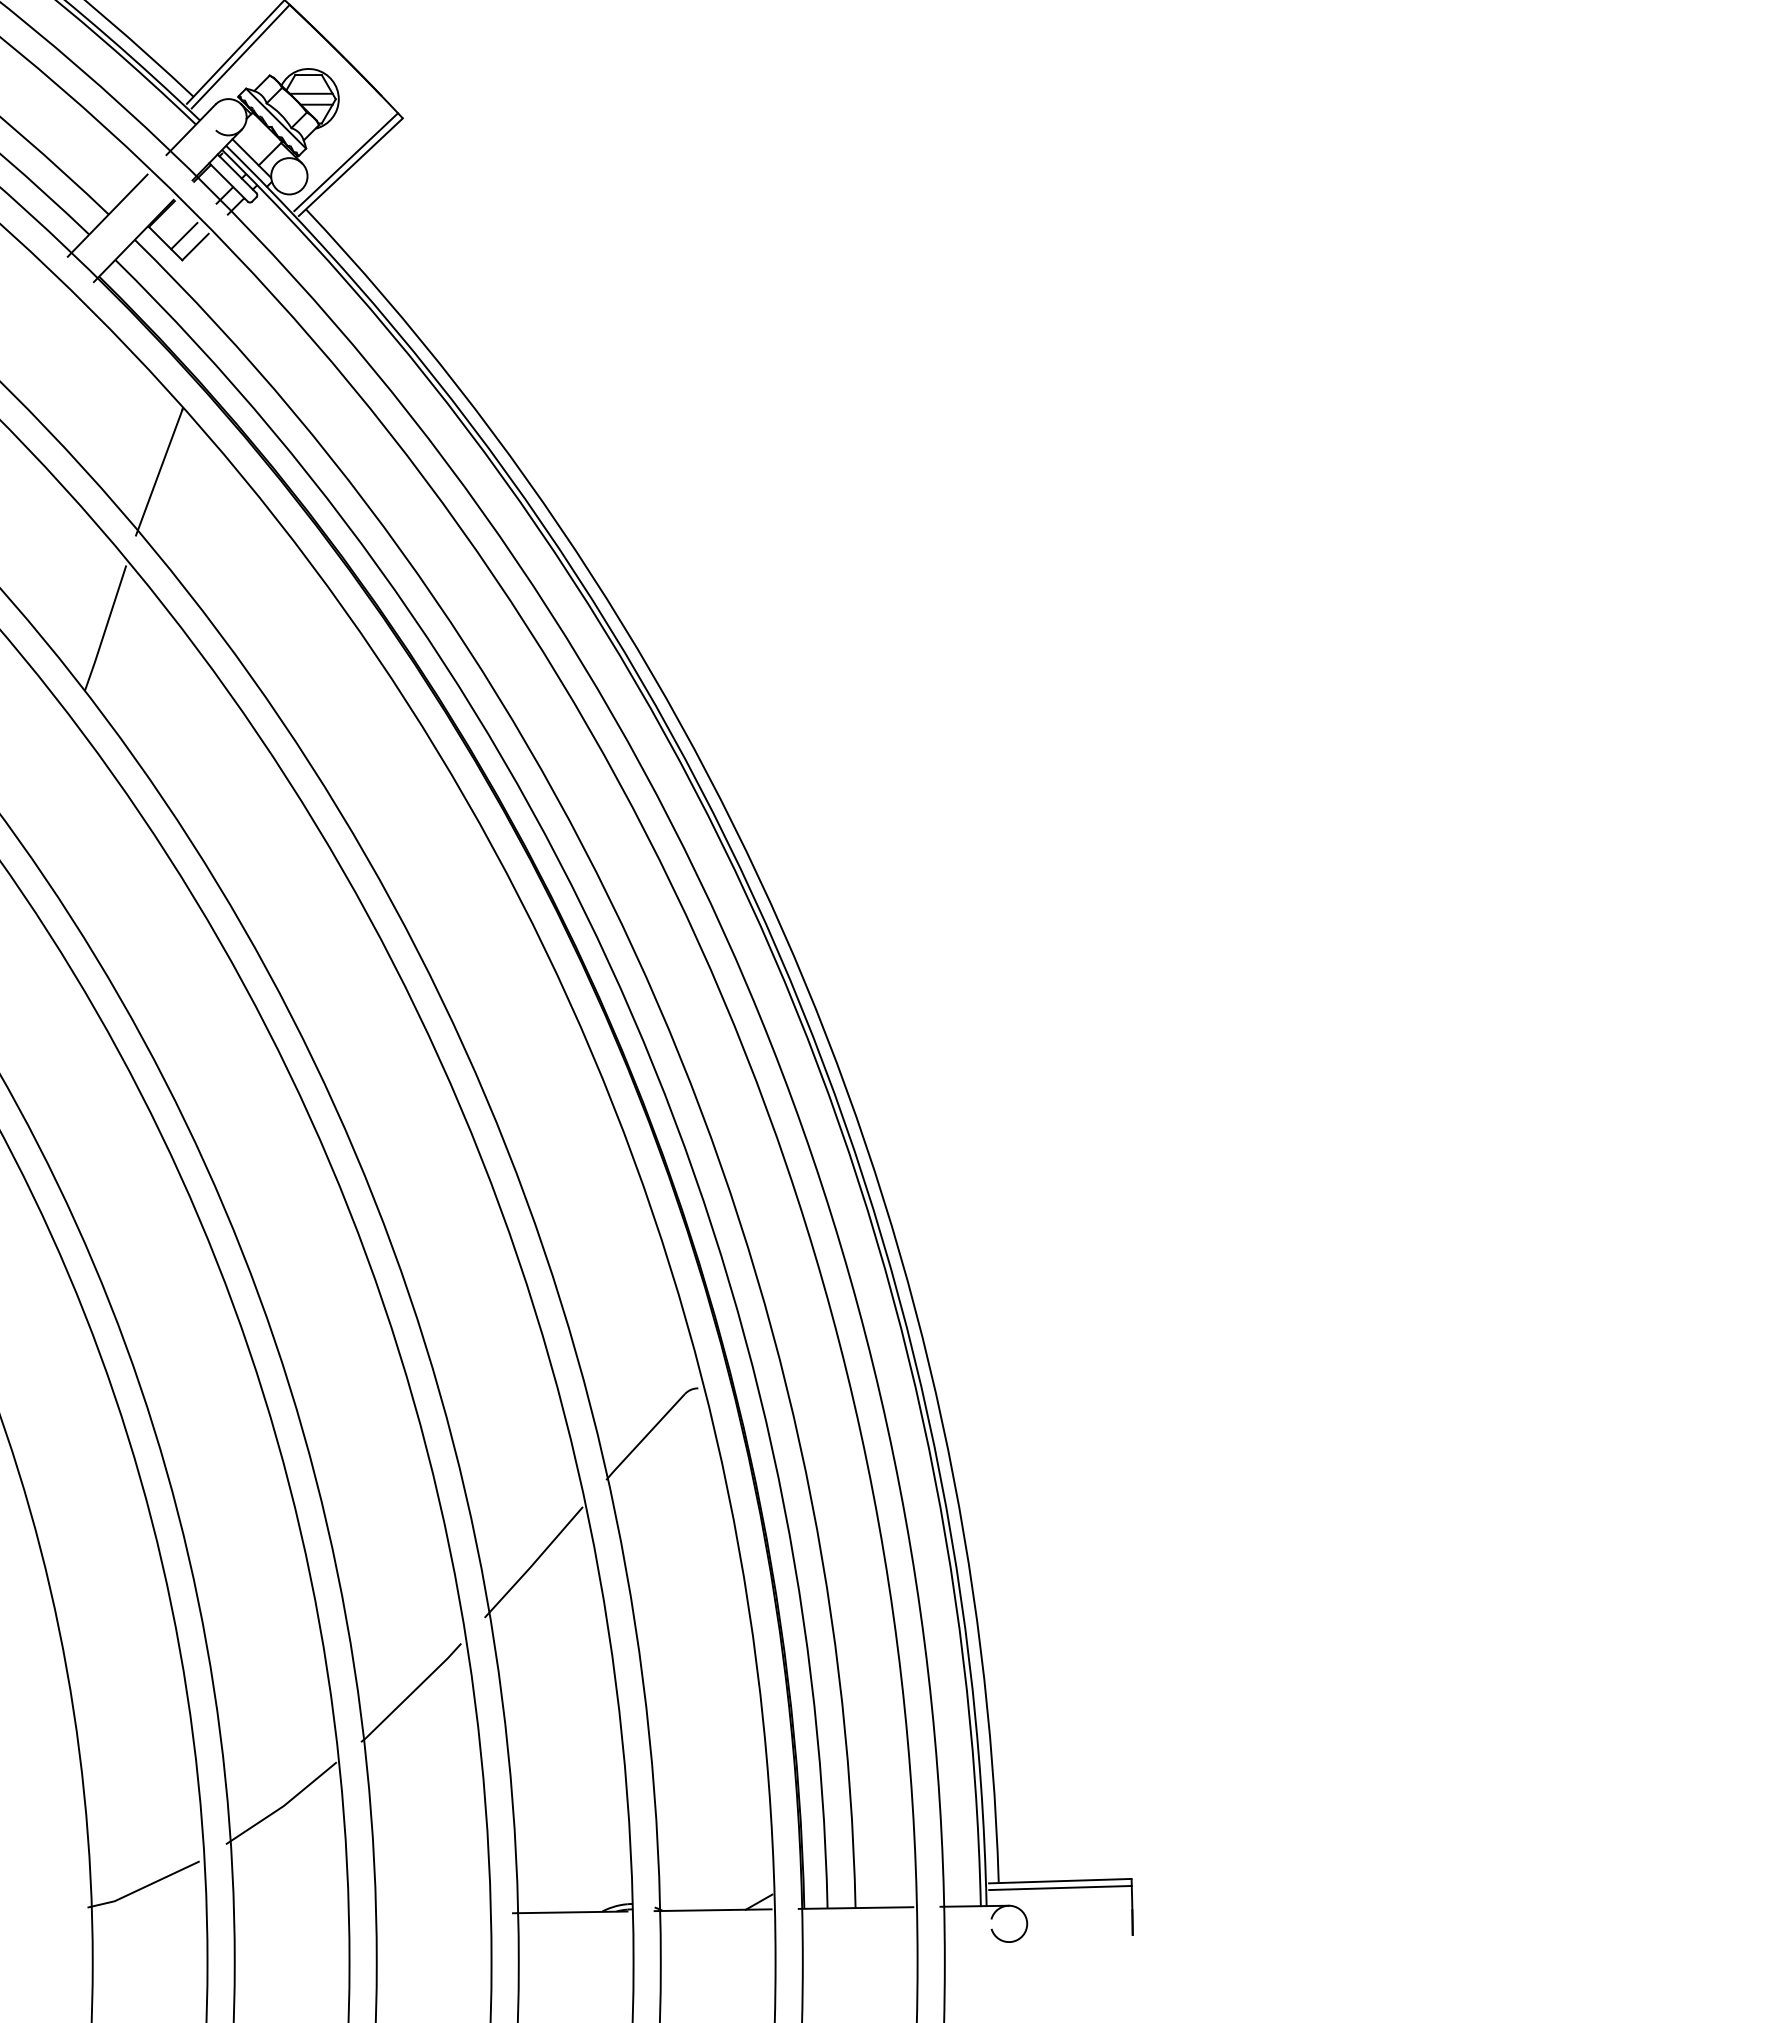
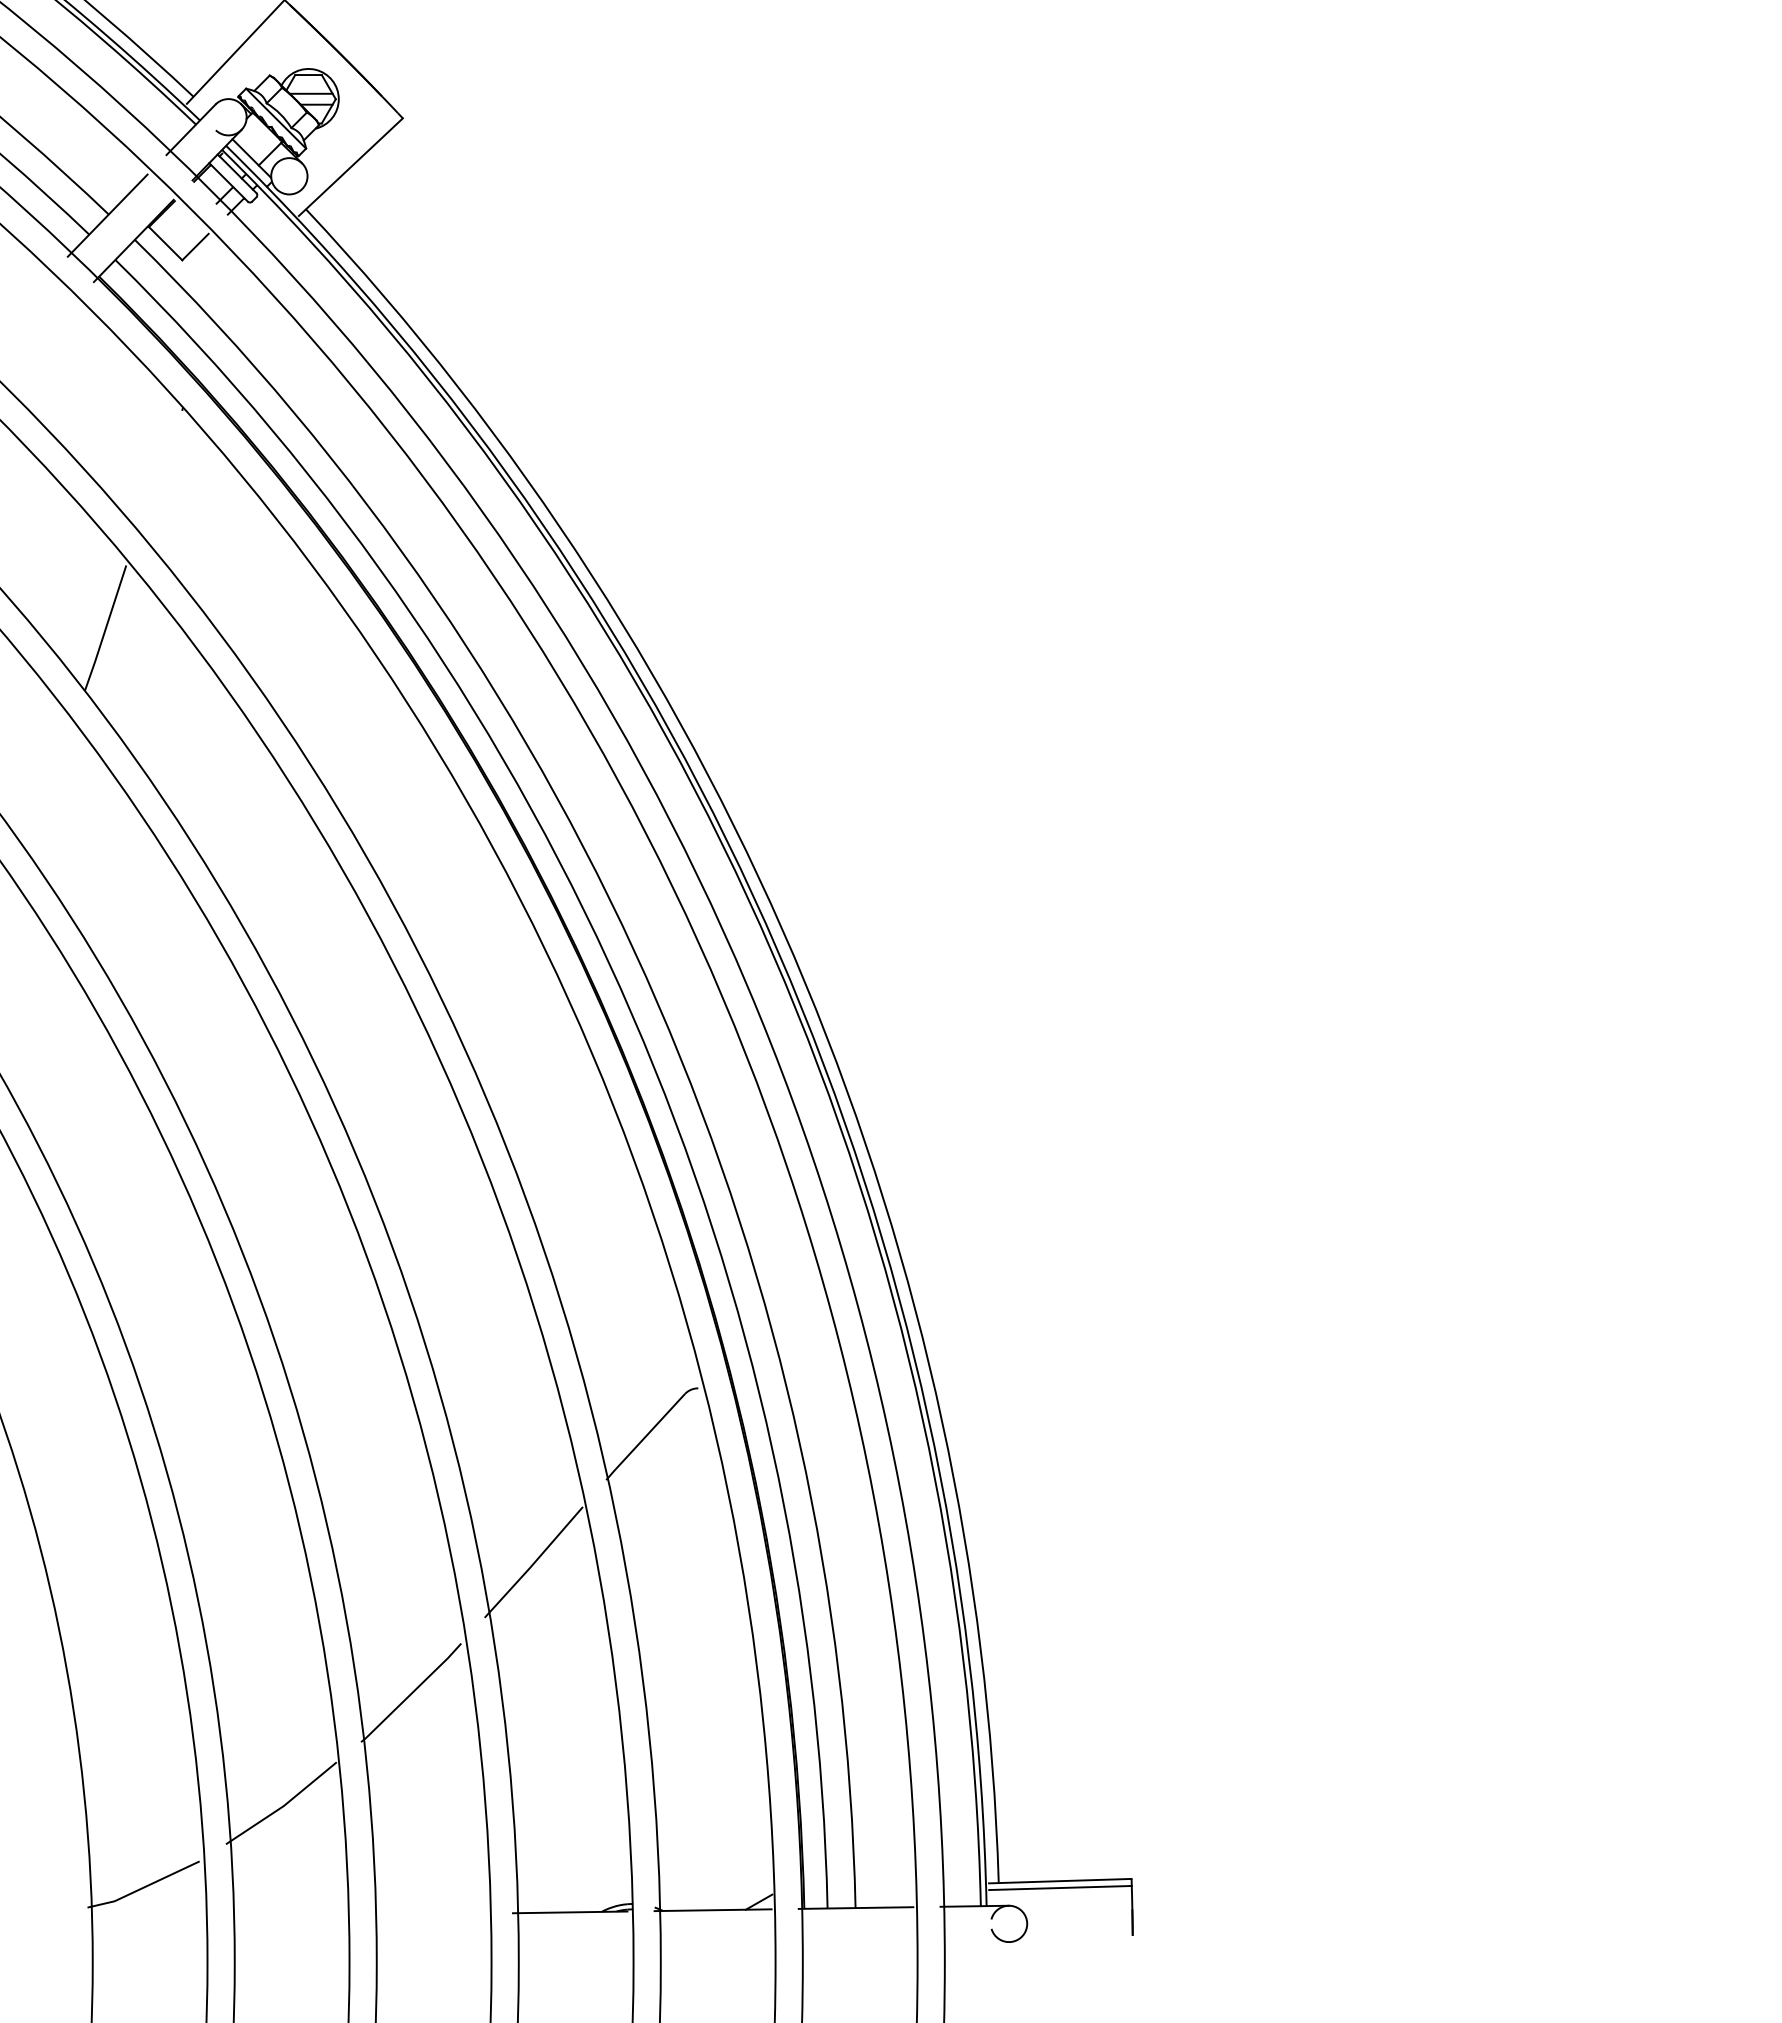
line at (240, 56): present -> none
line at (346, 162): present -> none
line at (184, 235): present -> none
line at (159, 472): present -> none
